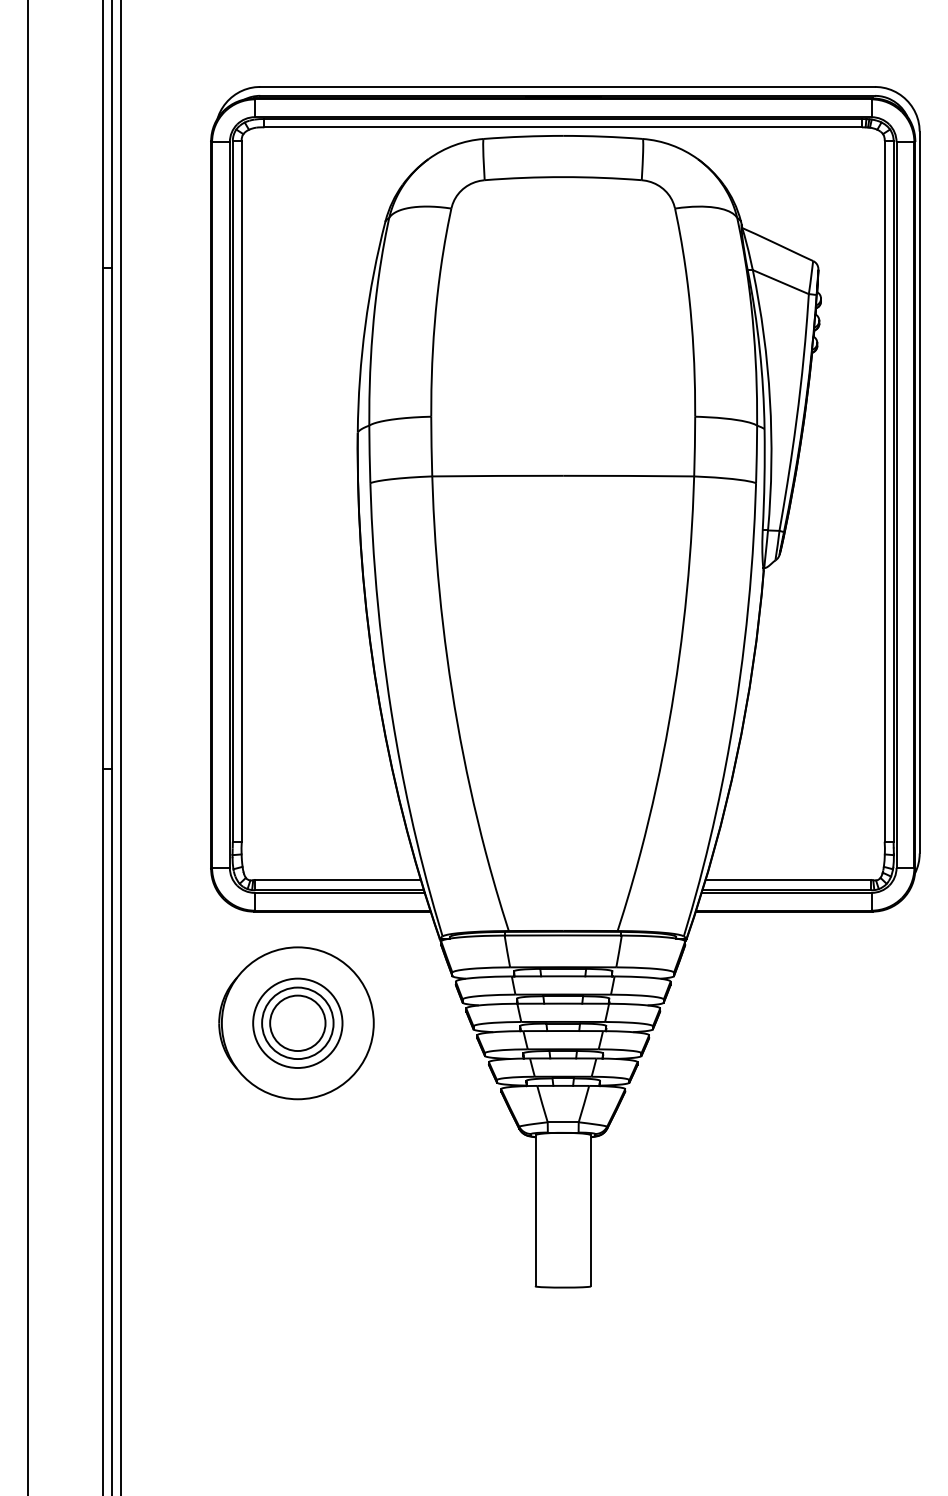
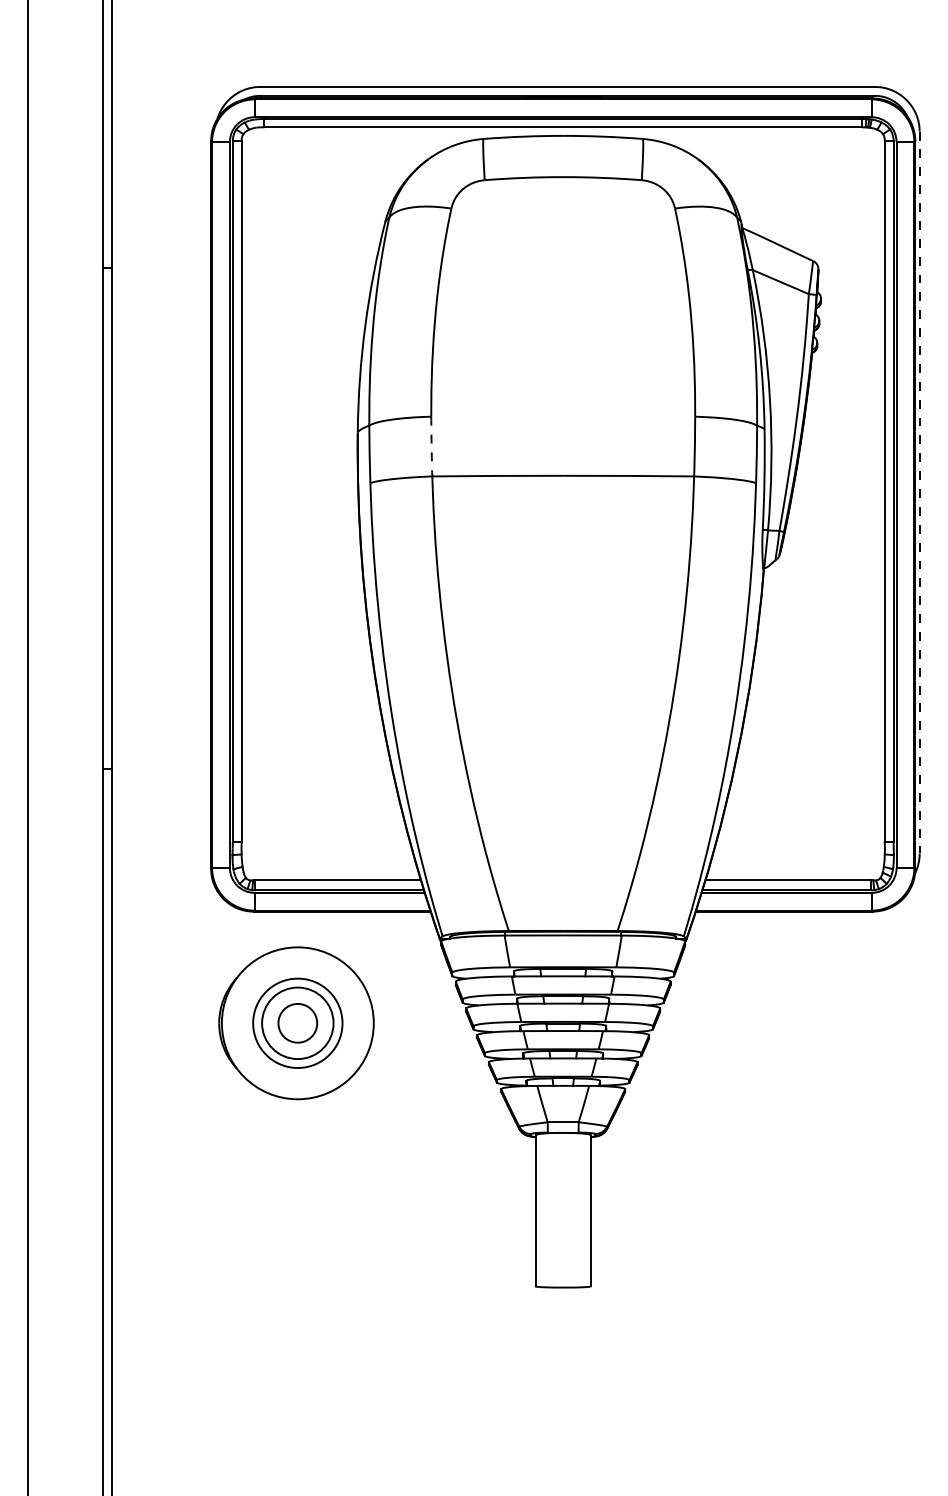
arc at (431, 446): solid -> dashed
line at (919, 492): solid -> dashed
line at (120, 747): present -> none
circle at (297, 1023) diameter: 55 px -> 39 px
